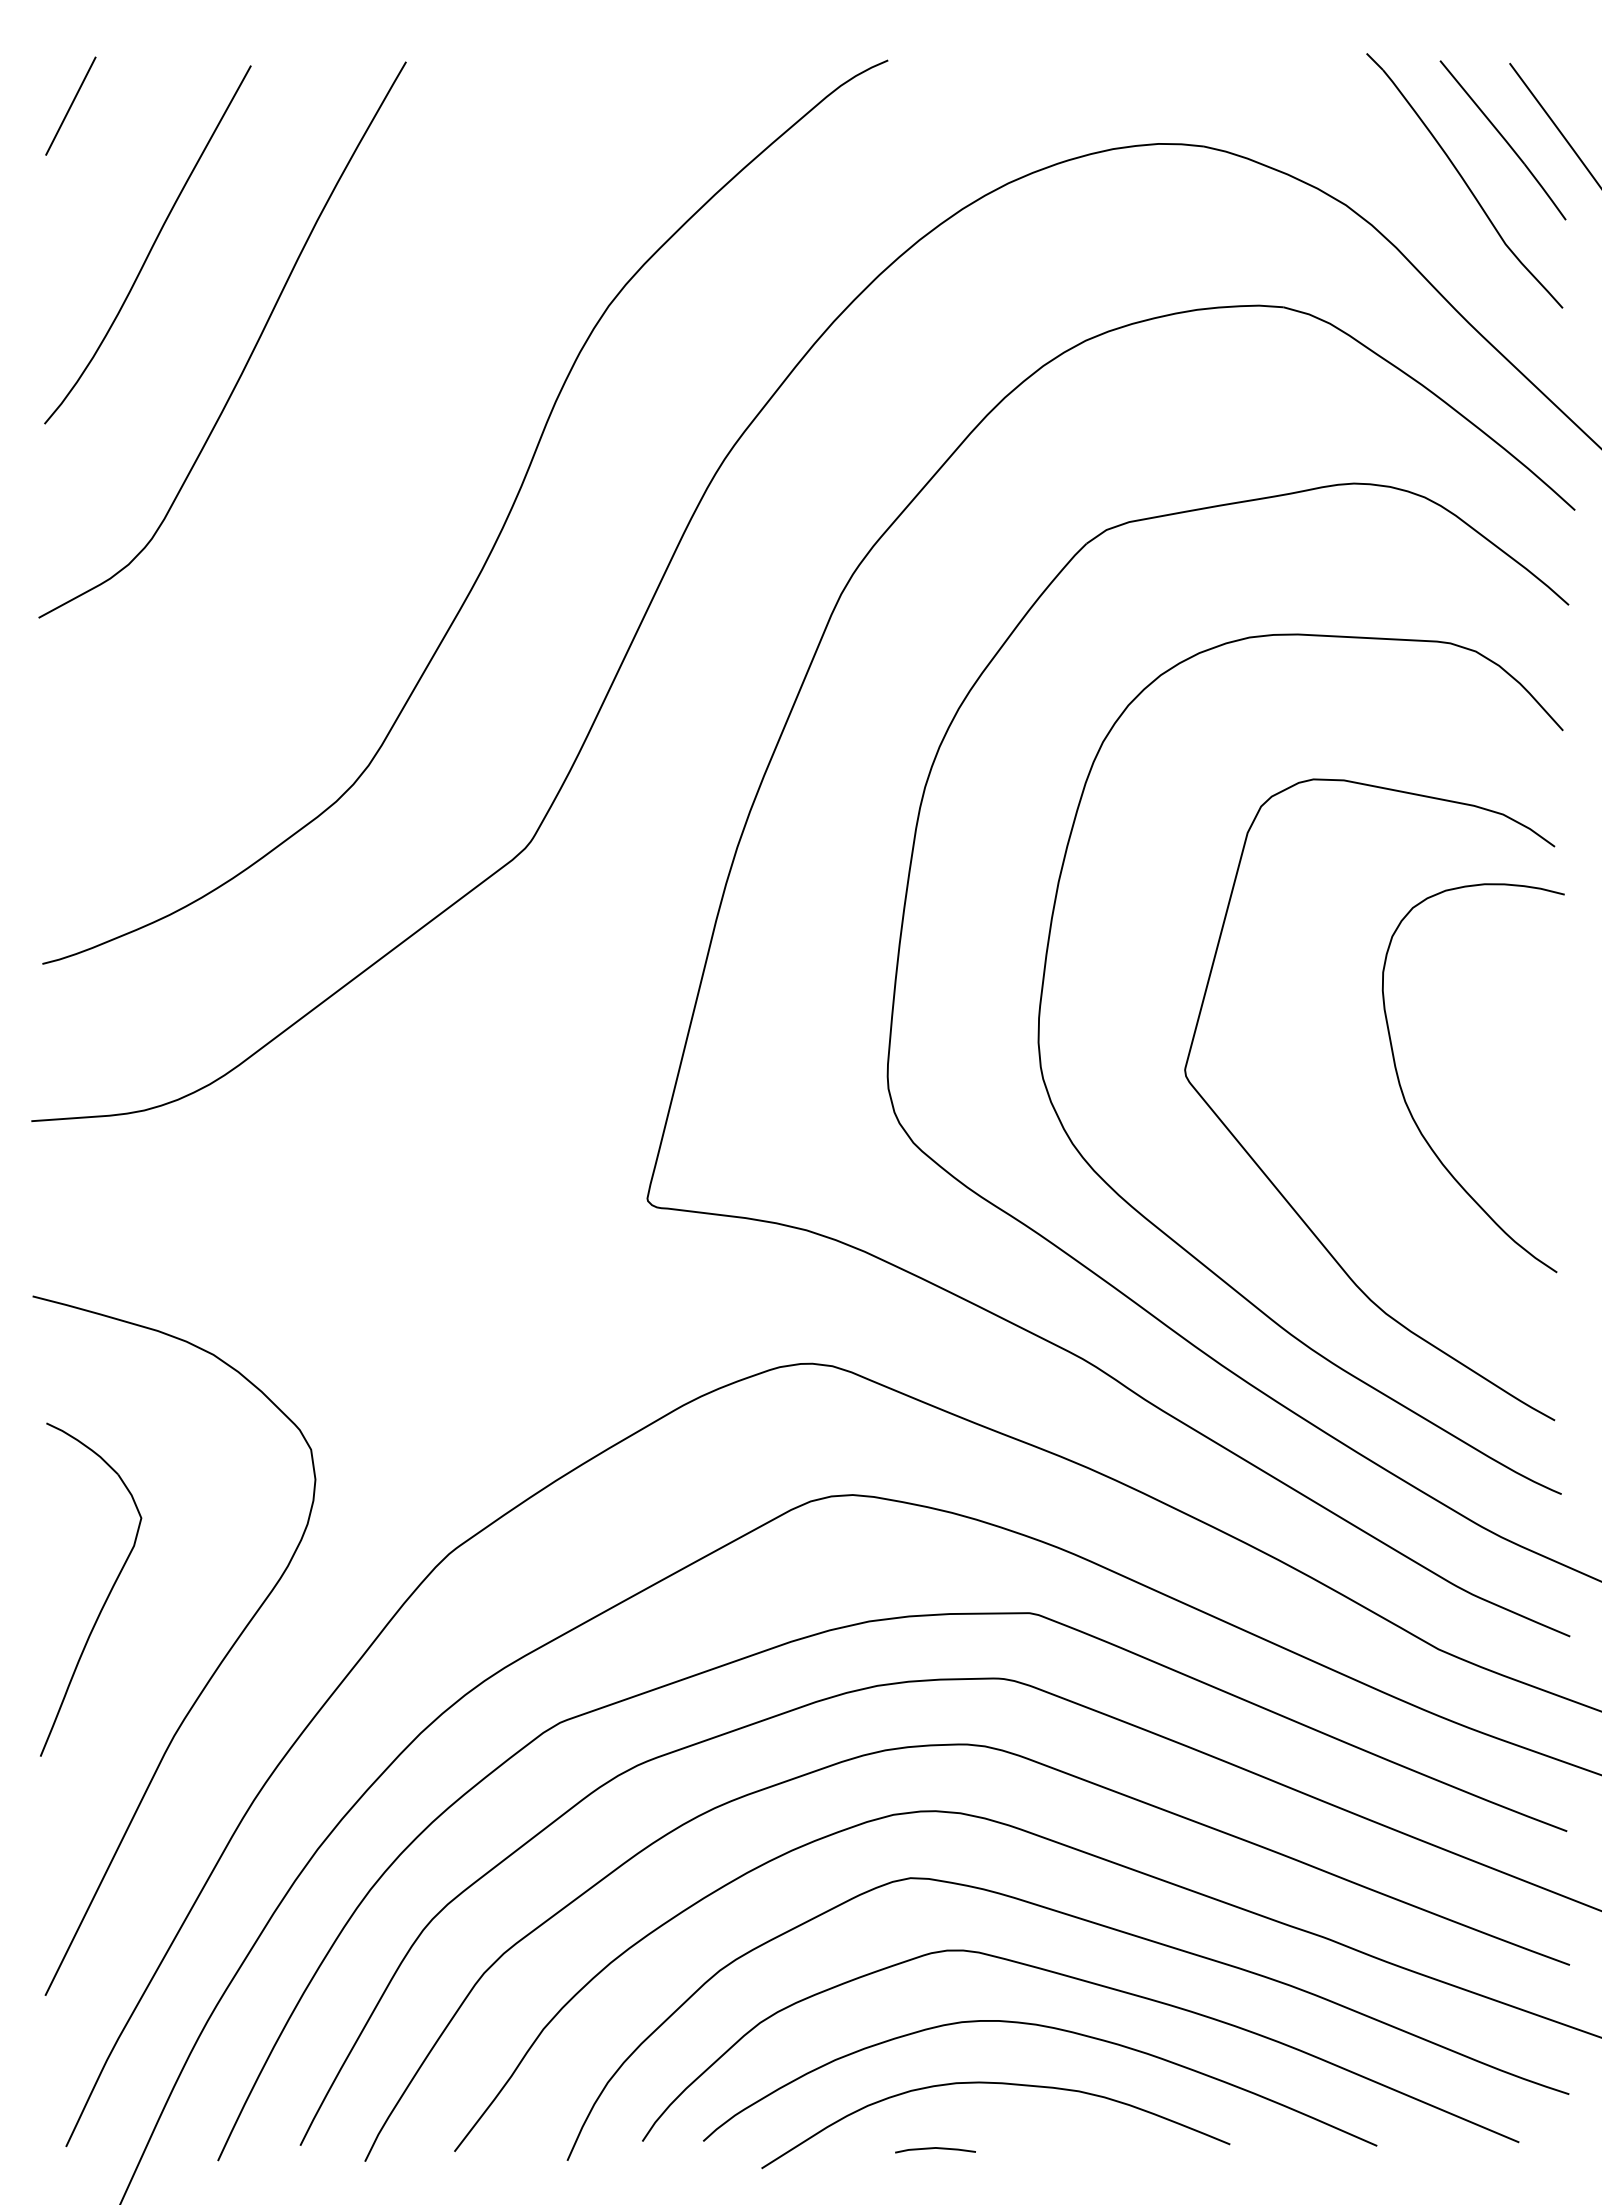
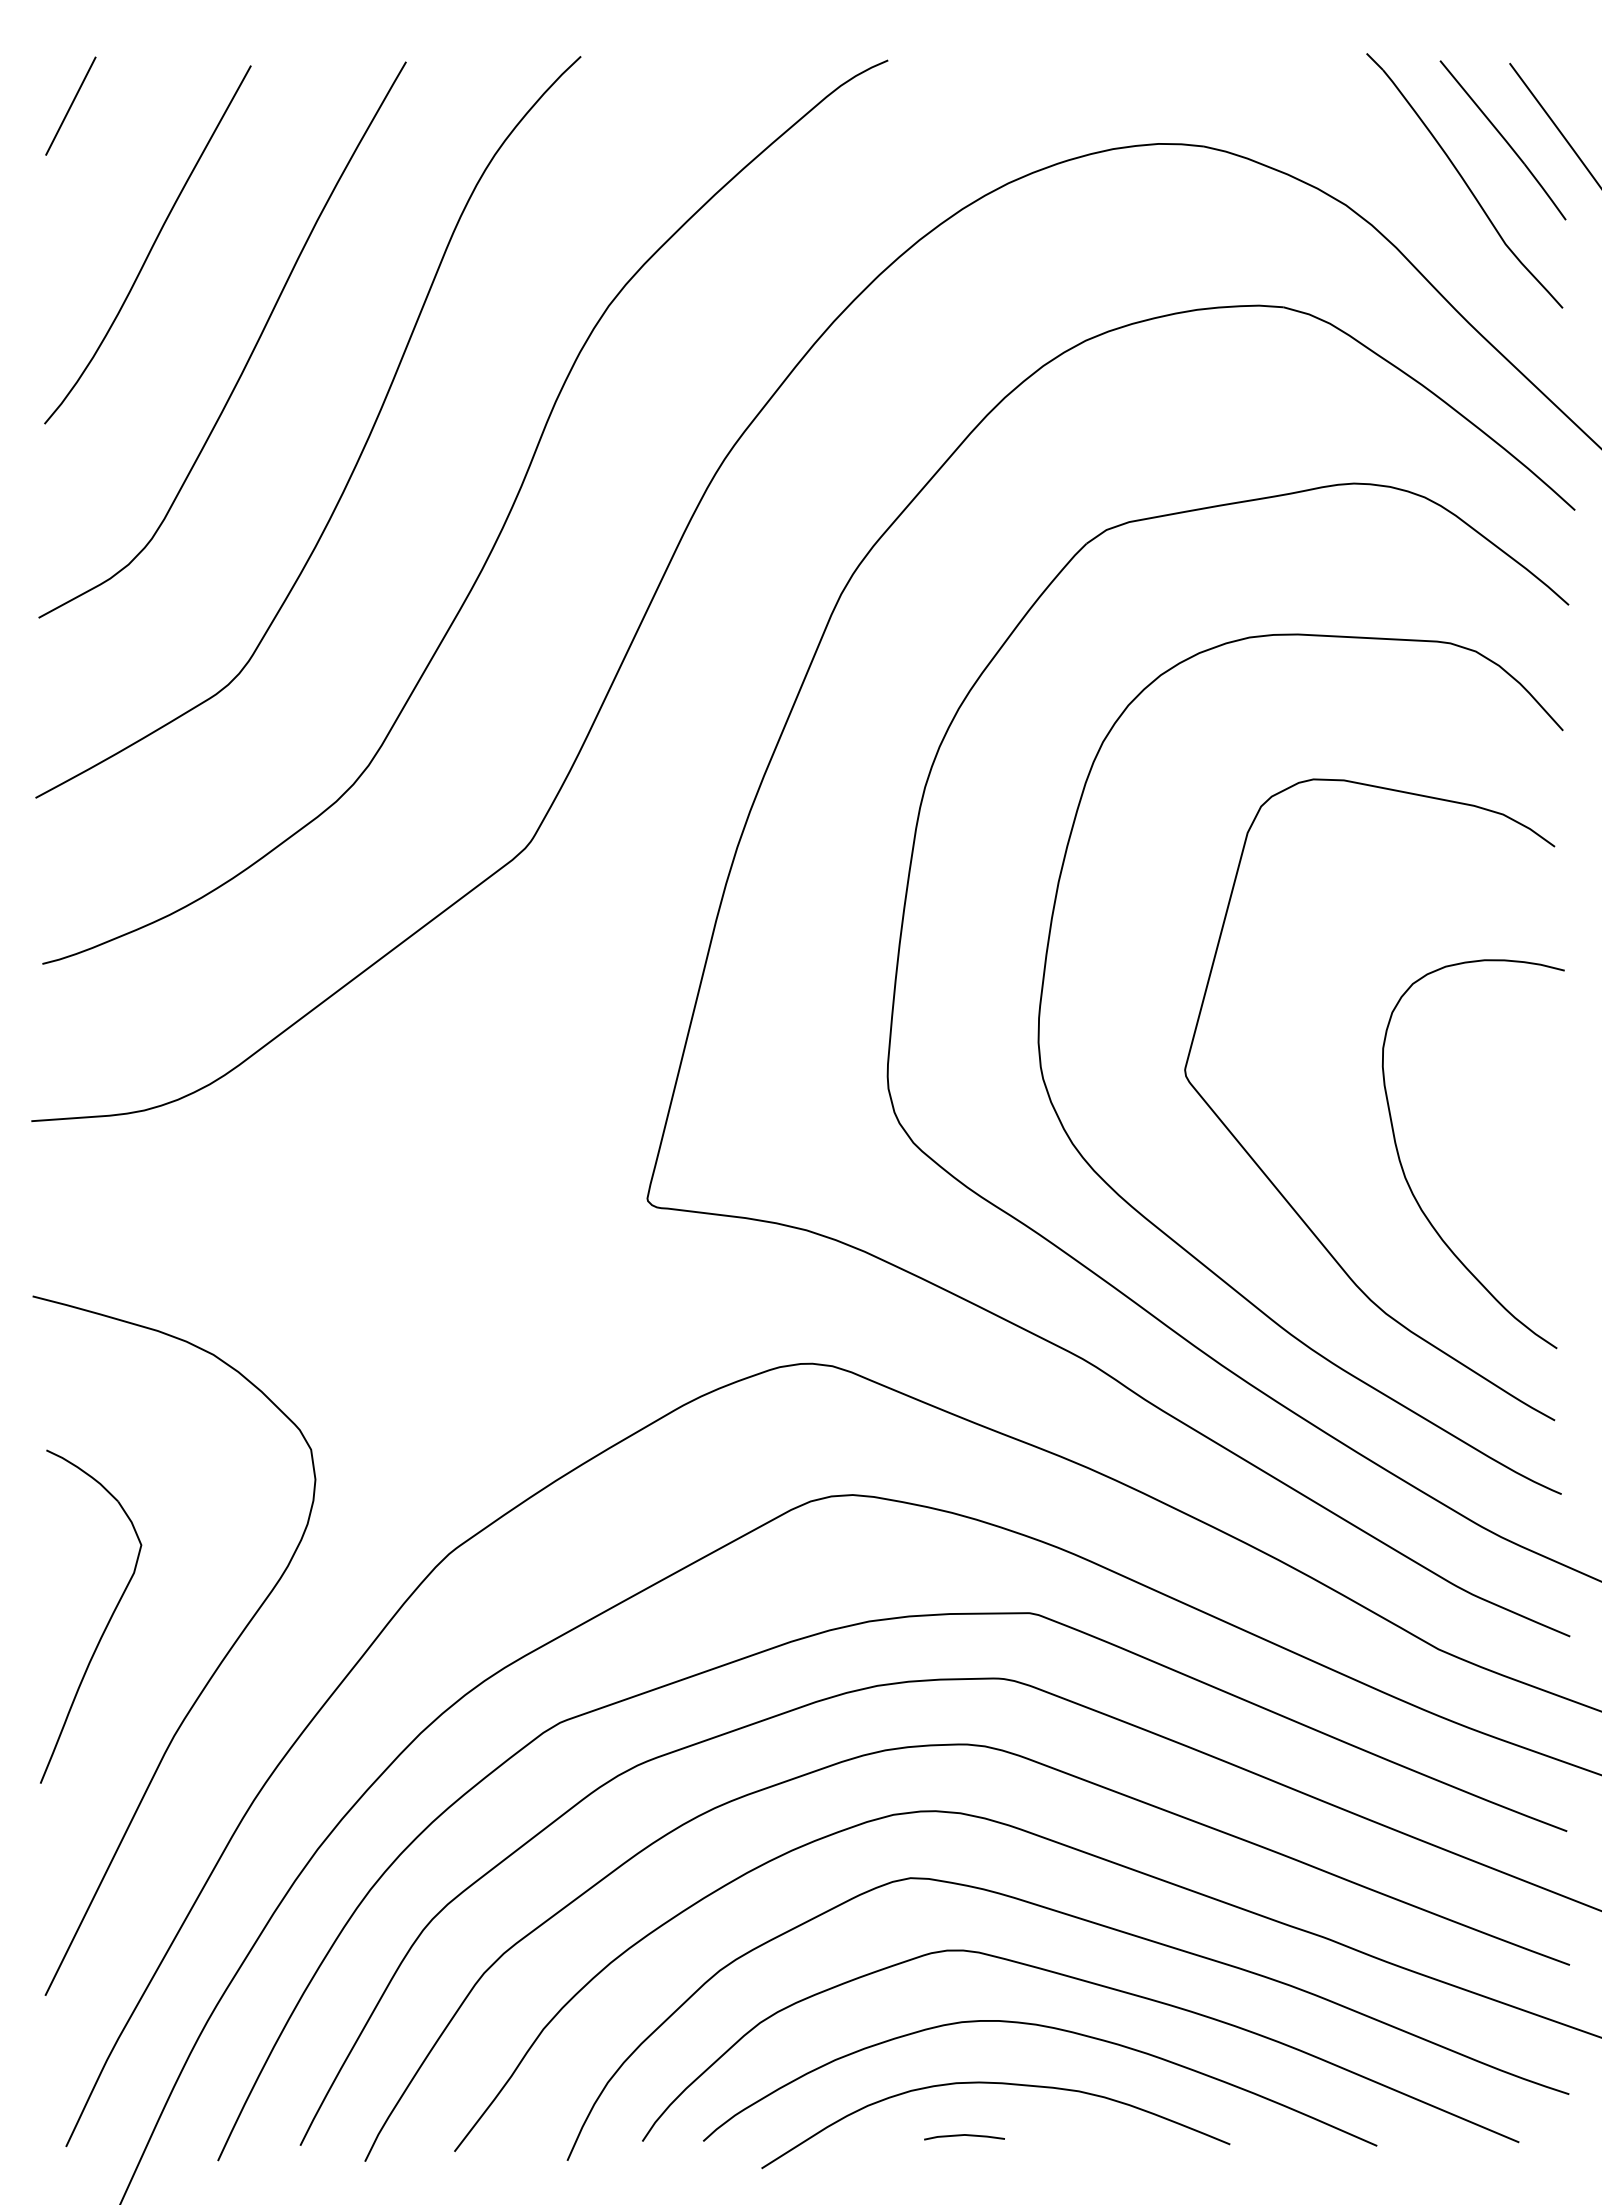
curve at (361, 450): none -> present
curve at (1407, 1103) position: (1407, 1103) -> (1407, 1179)
part at (106, 1597) position: (106, 1597) -> (106, 1624)
line at (935, 2148) position: (935, 2148) -> (964, 2135)
